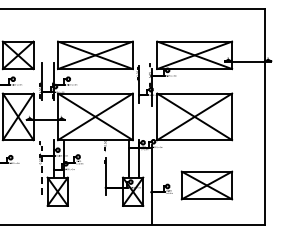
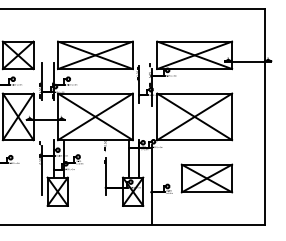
line at (41, 170): dashed -> solid
part at (206, 185) position: (206, 185) -> (206, 178)
